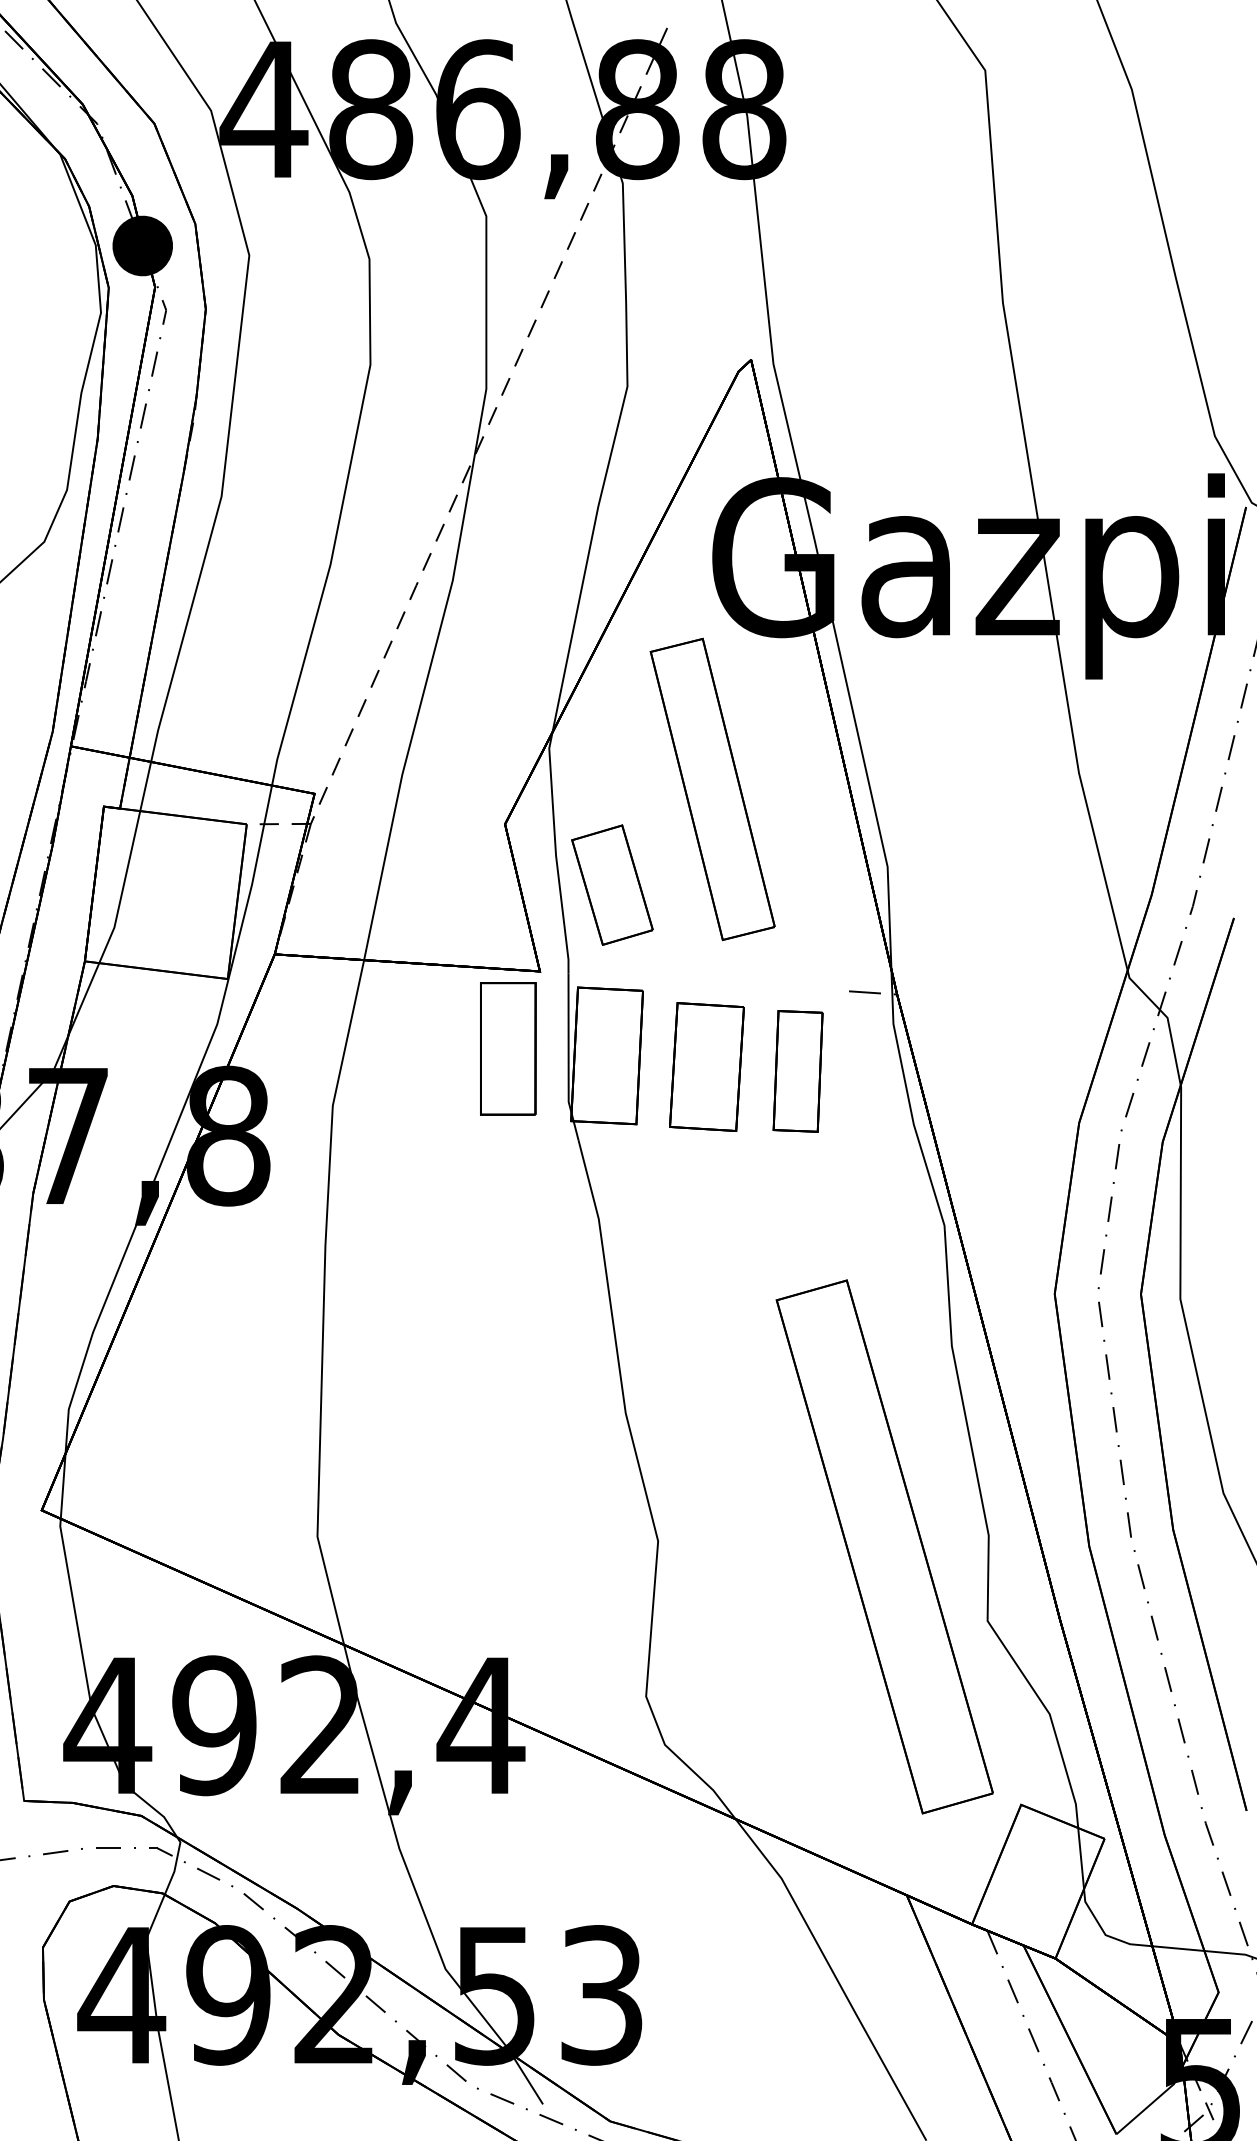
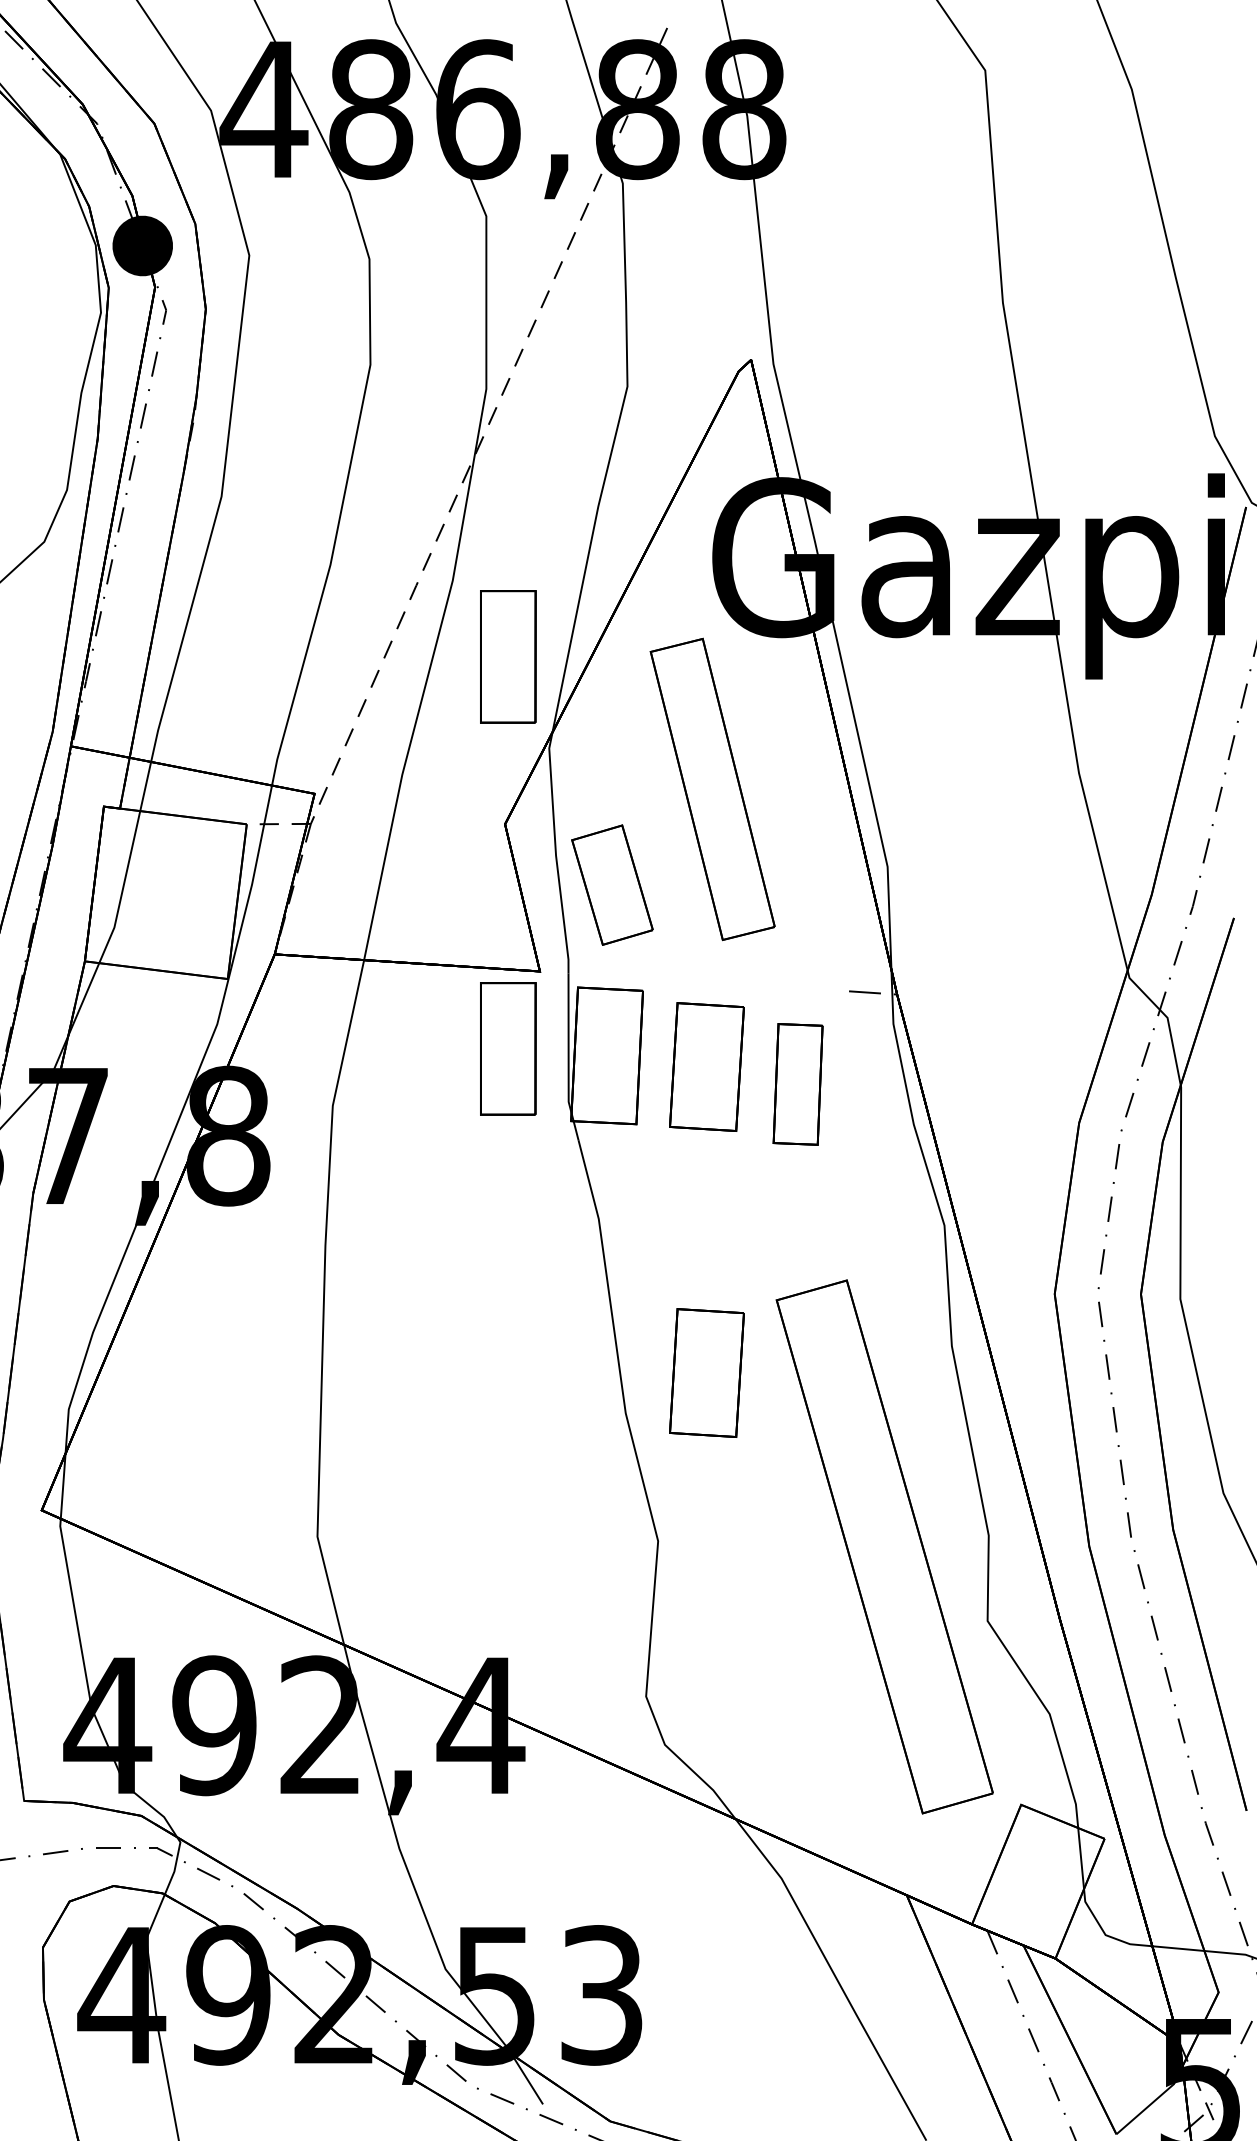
part at (508, 656): none -> present
part at (797, 1071) position: (797, 1071) -> (797, 1084)
part at (706, 1372): none -> present
